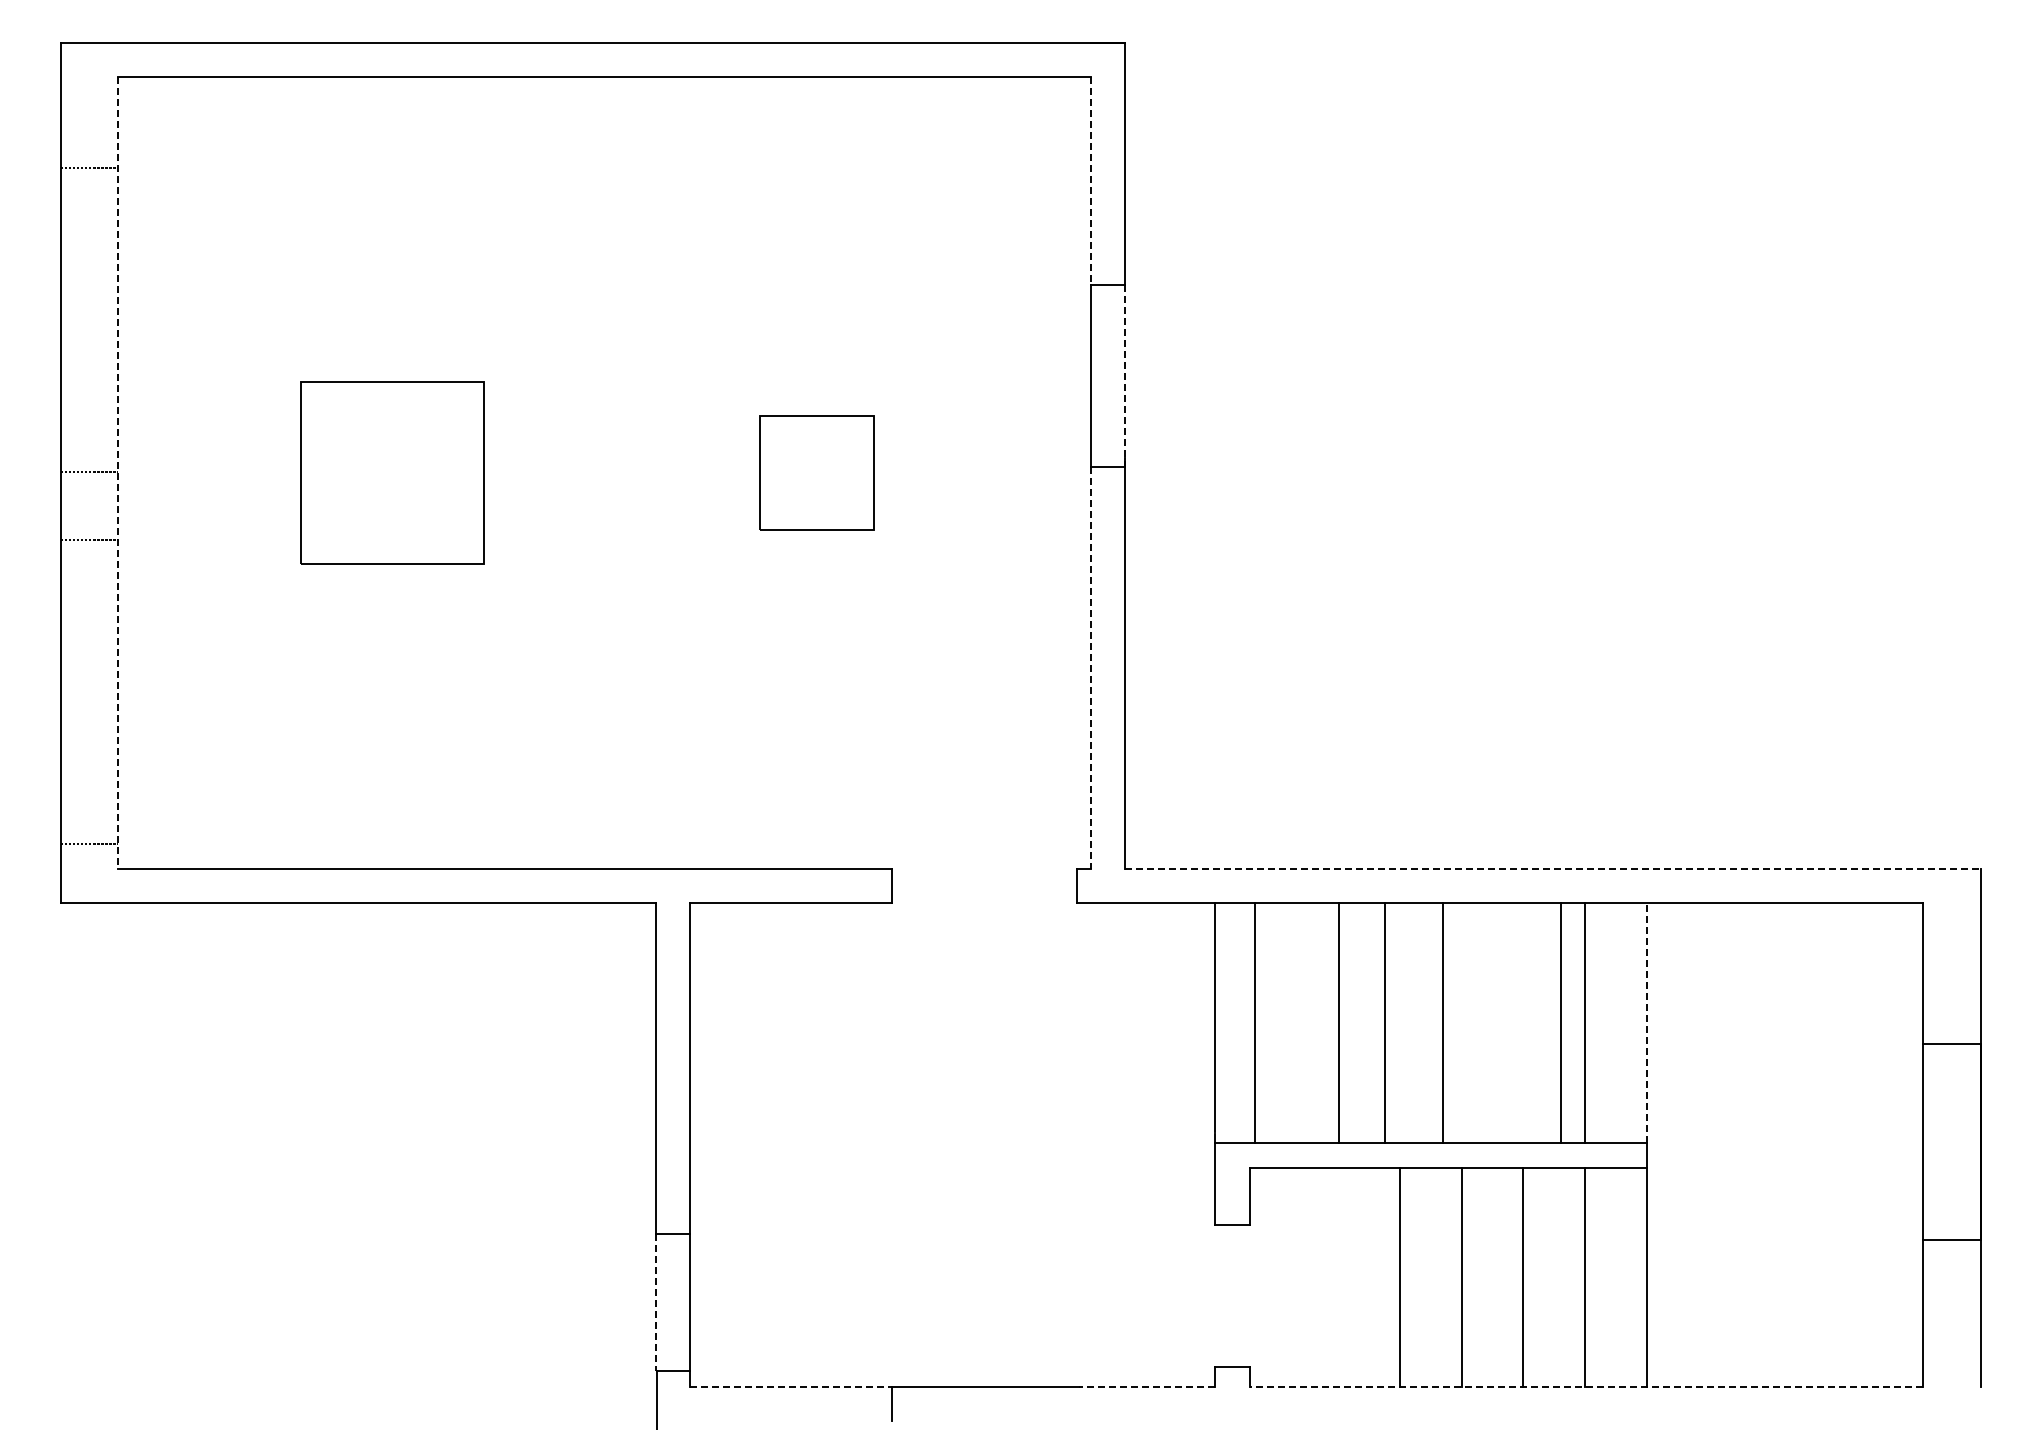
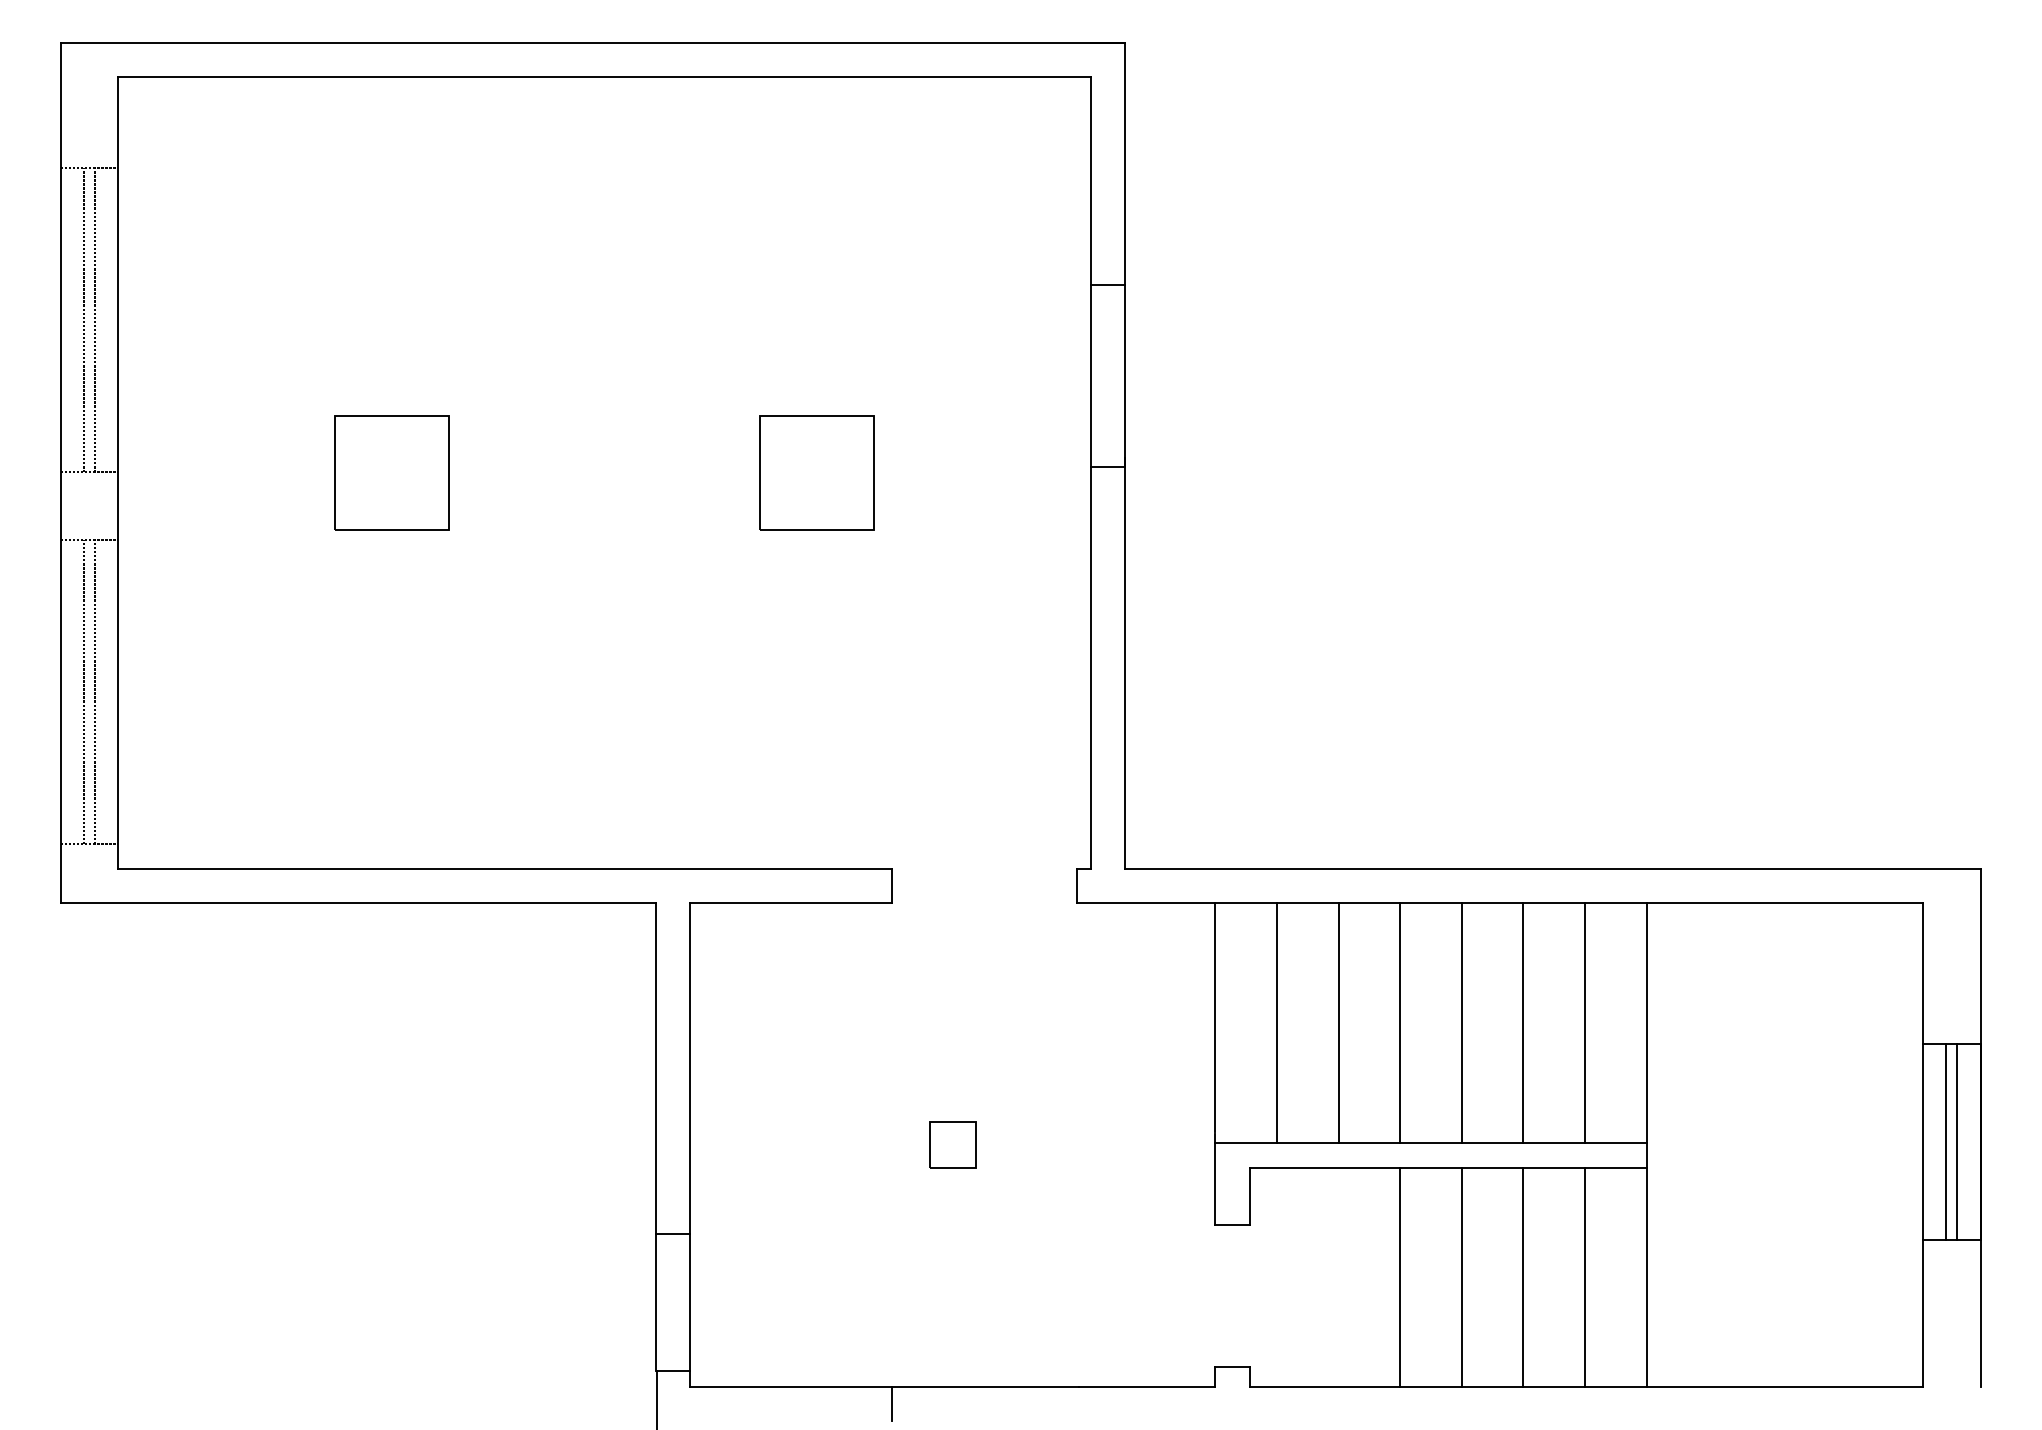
line at (1090, 180): dashed -> solid
line at (84, 319): none -> present
line at (95, 319): none -> present
line at (1124, 376): dashed -> solid
part at (392, 472) size: 185x184 px -> 116x116 px
line at (118, 473): dashed -> solid
line at (1090, 668): dashed -> solid
line at (84, 691): none -> present
line at (95, 691): none -> present
line at (1552, 869): dashed -> solid
line at (1254, 1022) position: (1254, 1022) -> (1276, 1022)
line at (1385, 1022) position: (1385, 1022) -> (1400, 1022)
line at (1442, 1022) position: (1442, 1022) -> (1461, 1022)
line at (1561, 1022) position: (1561, 1022) -> (1523, 1022)
line at (1646, 1023): dashed -> solid
line at (1945, 1141): none -> present
line at (1957, 1141): none -> present
part at (952, 1144): none -> present
line at (656, 1303): dashed -> solid
line at (791, 1387): dashed -> solid
line at (1146, 1387): dashed -> solid
line at (1586, 1387): dashed -> solid
